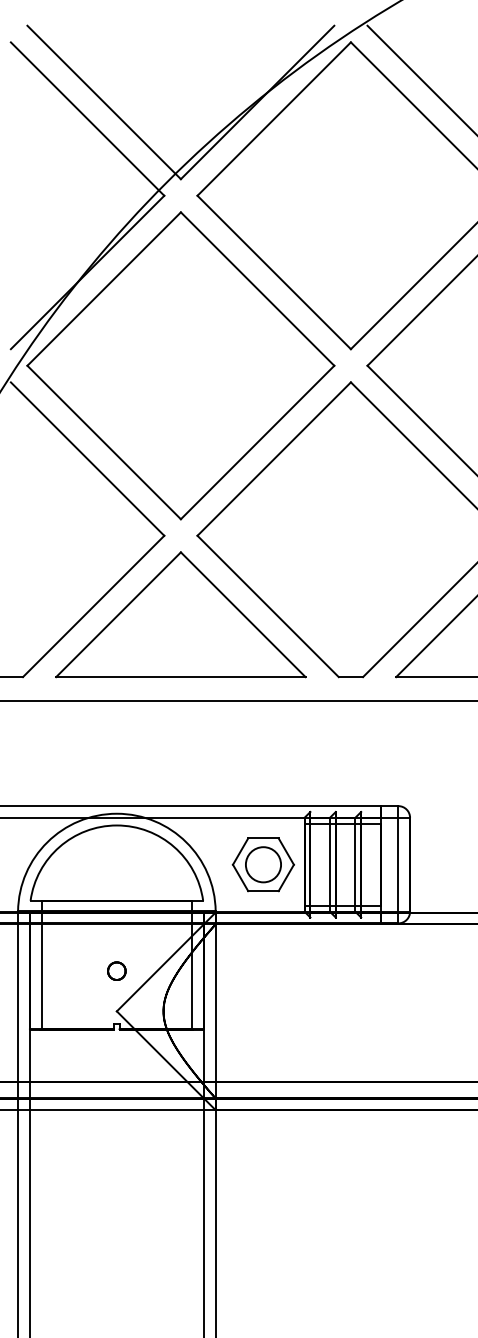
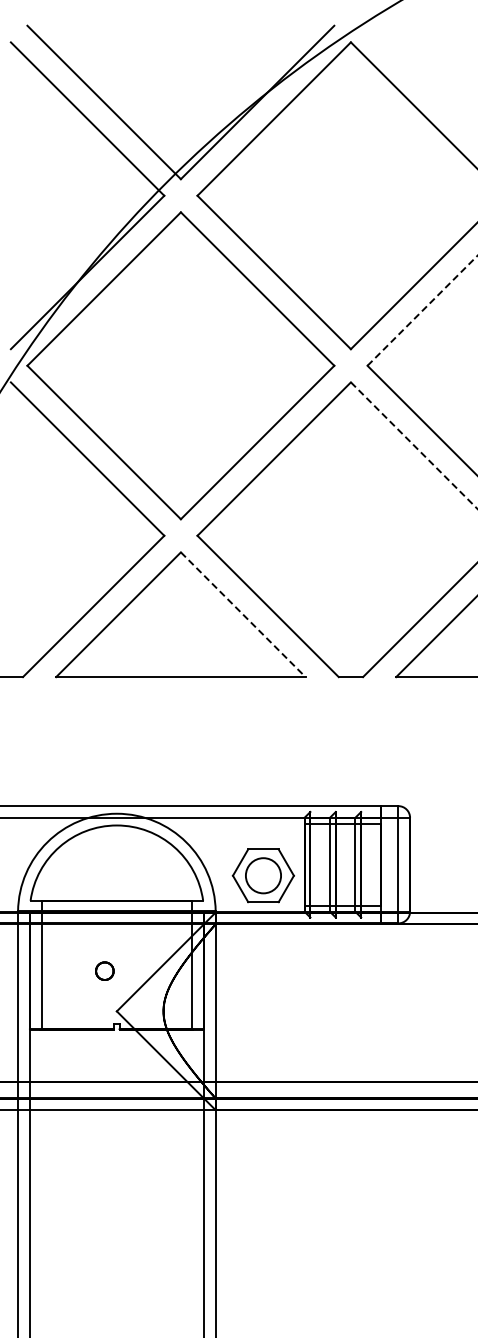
line at (420, 79): present -> none
line at (422, 310): solid -> dashed
line at (414, 446): solid -> dashed
line at (243, 615): solid -> dashed
line at (238, 700): present -> none
part at (262, 864) position: (262, 864) -> (262, 875)
part at (116, 970) position: (116, 970) -> (104, 970)
